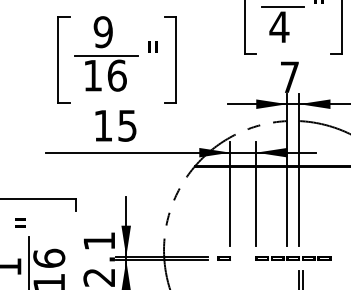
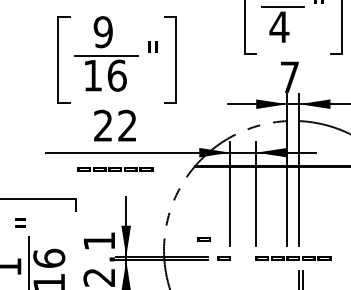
text at (115, 125): 15 -> 22
line at (115, 168): none -> present
part at (203, 239): none -> present
